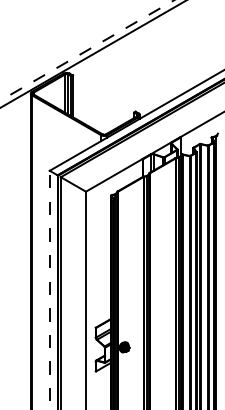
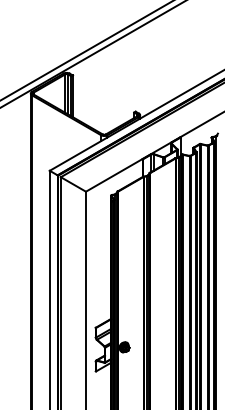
line at (88, 50): dashed -> solid
line at (49, 289): dashed -> solid
